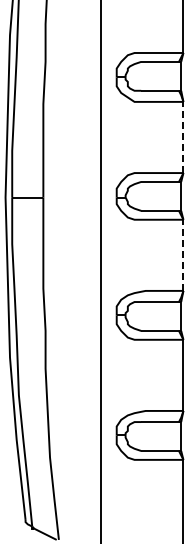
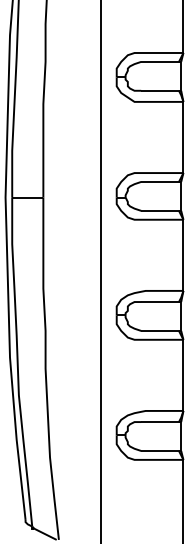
line at (183, 137): dashed -> solid
line at (183, 255): dashed -> solid
